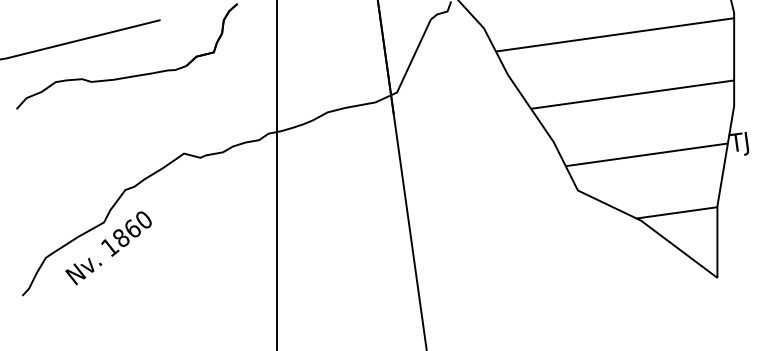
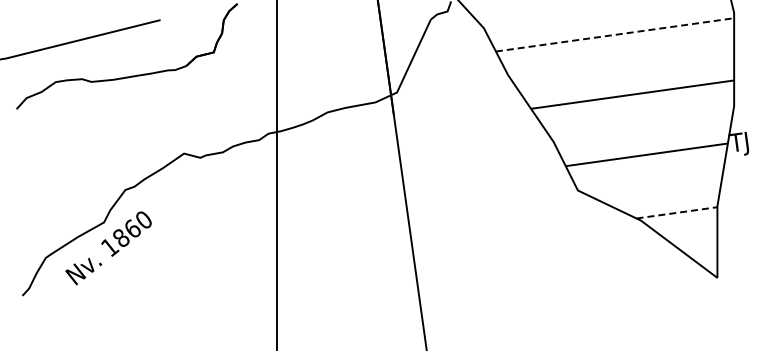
line at (615, 34): solid -> dashed
line at (676, 212): solid -> dashed
